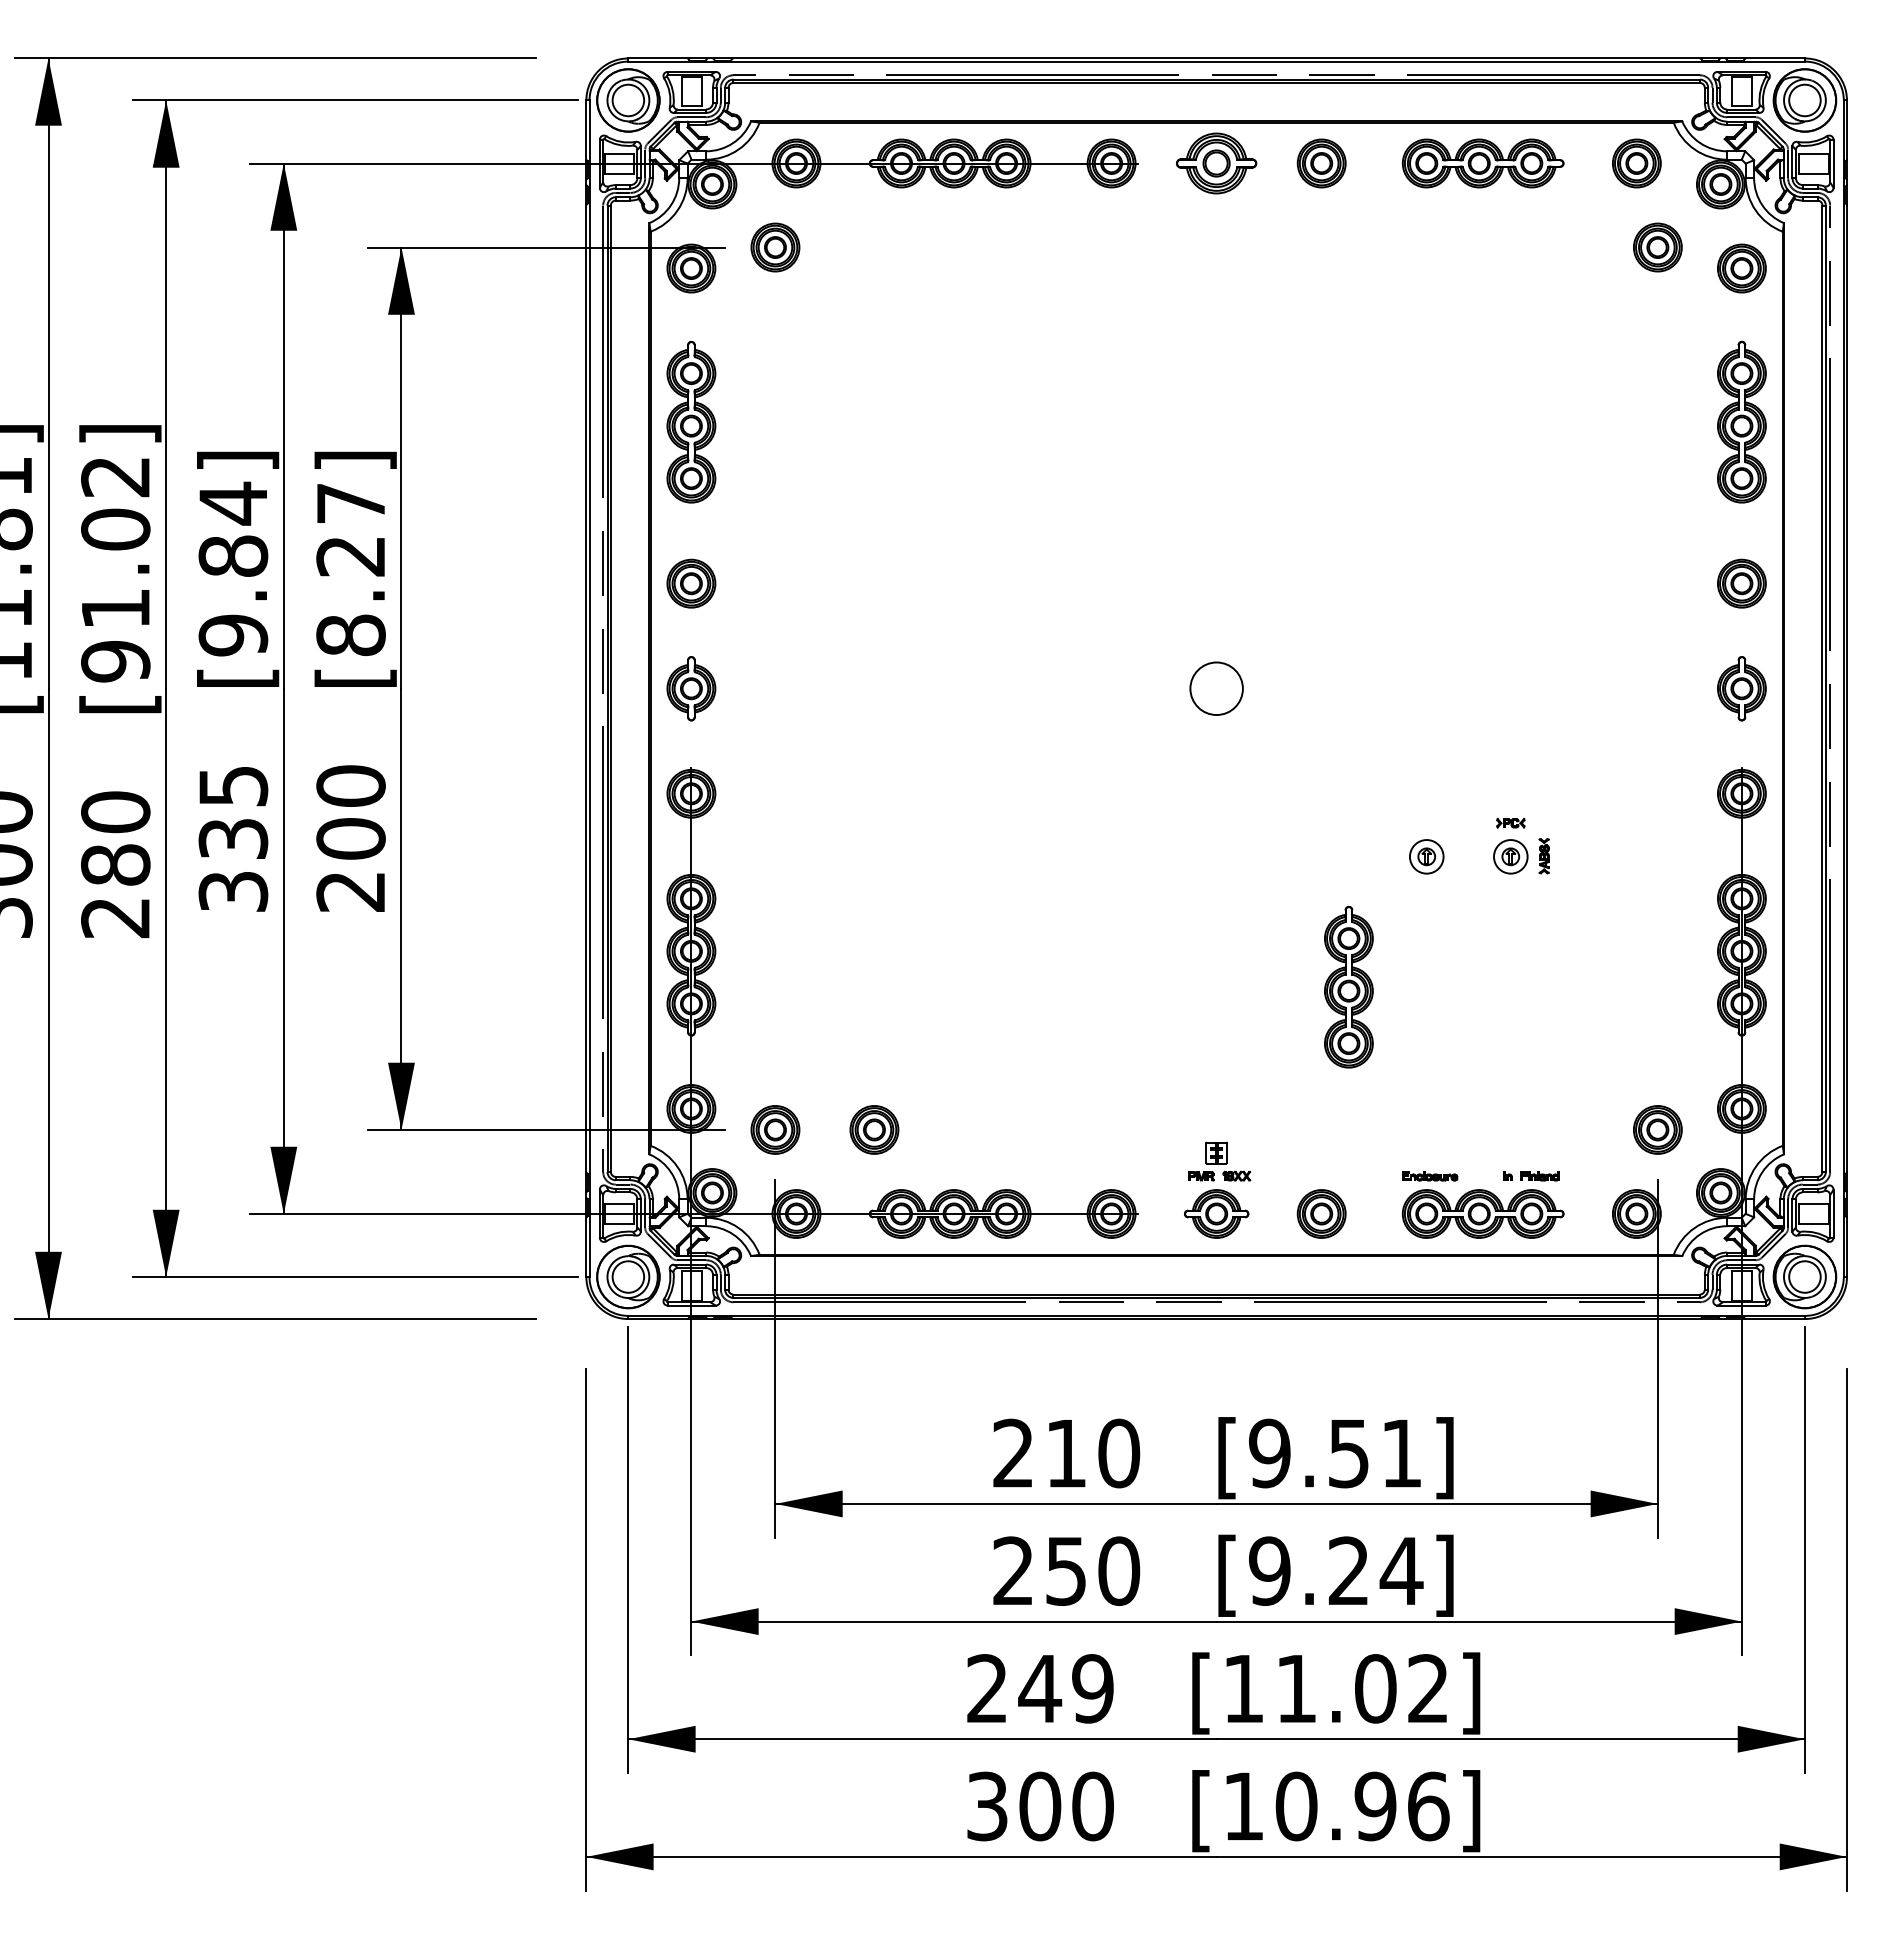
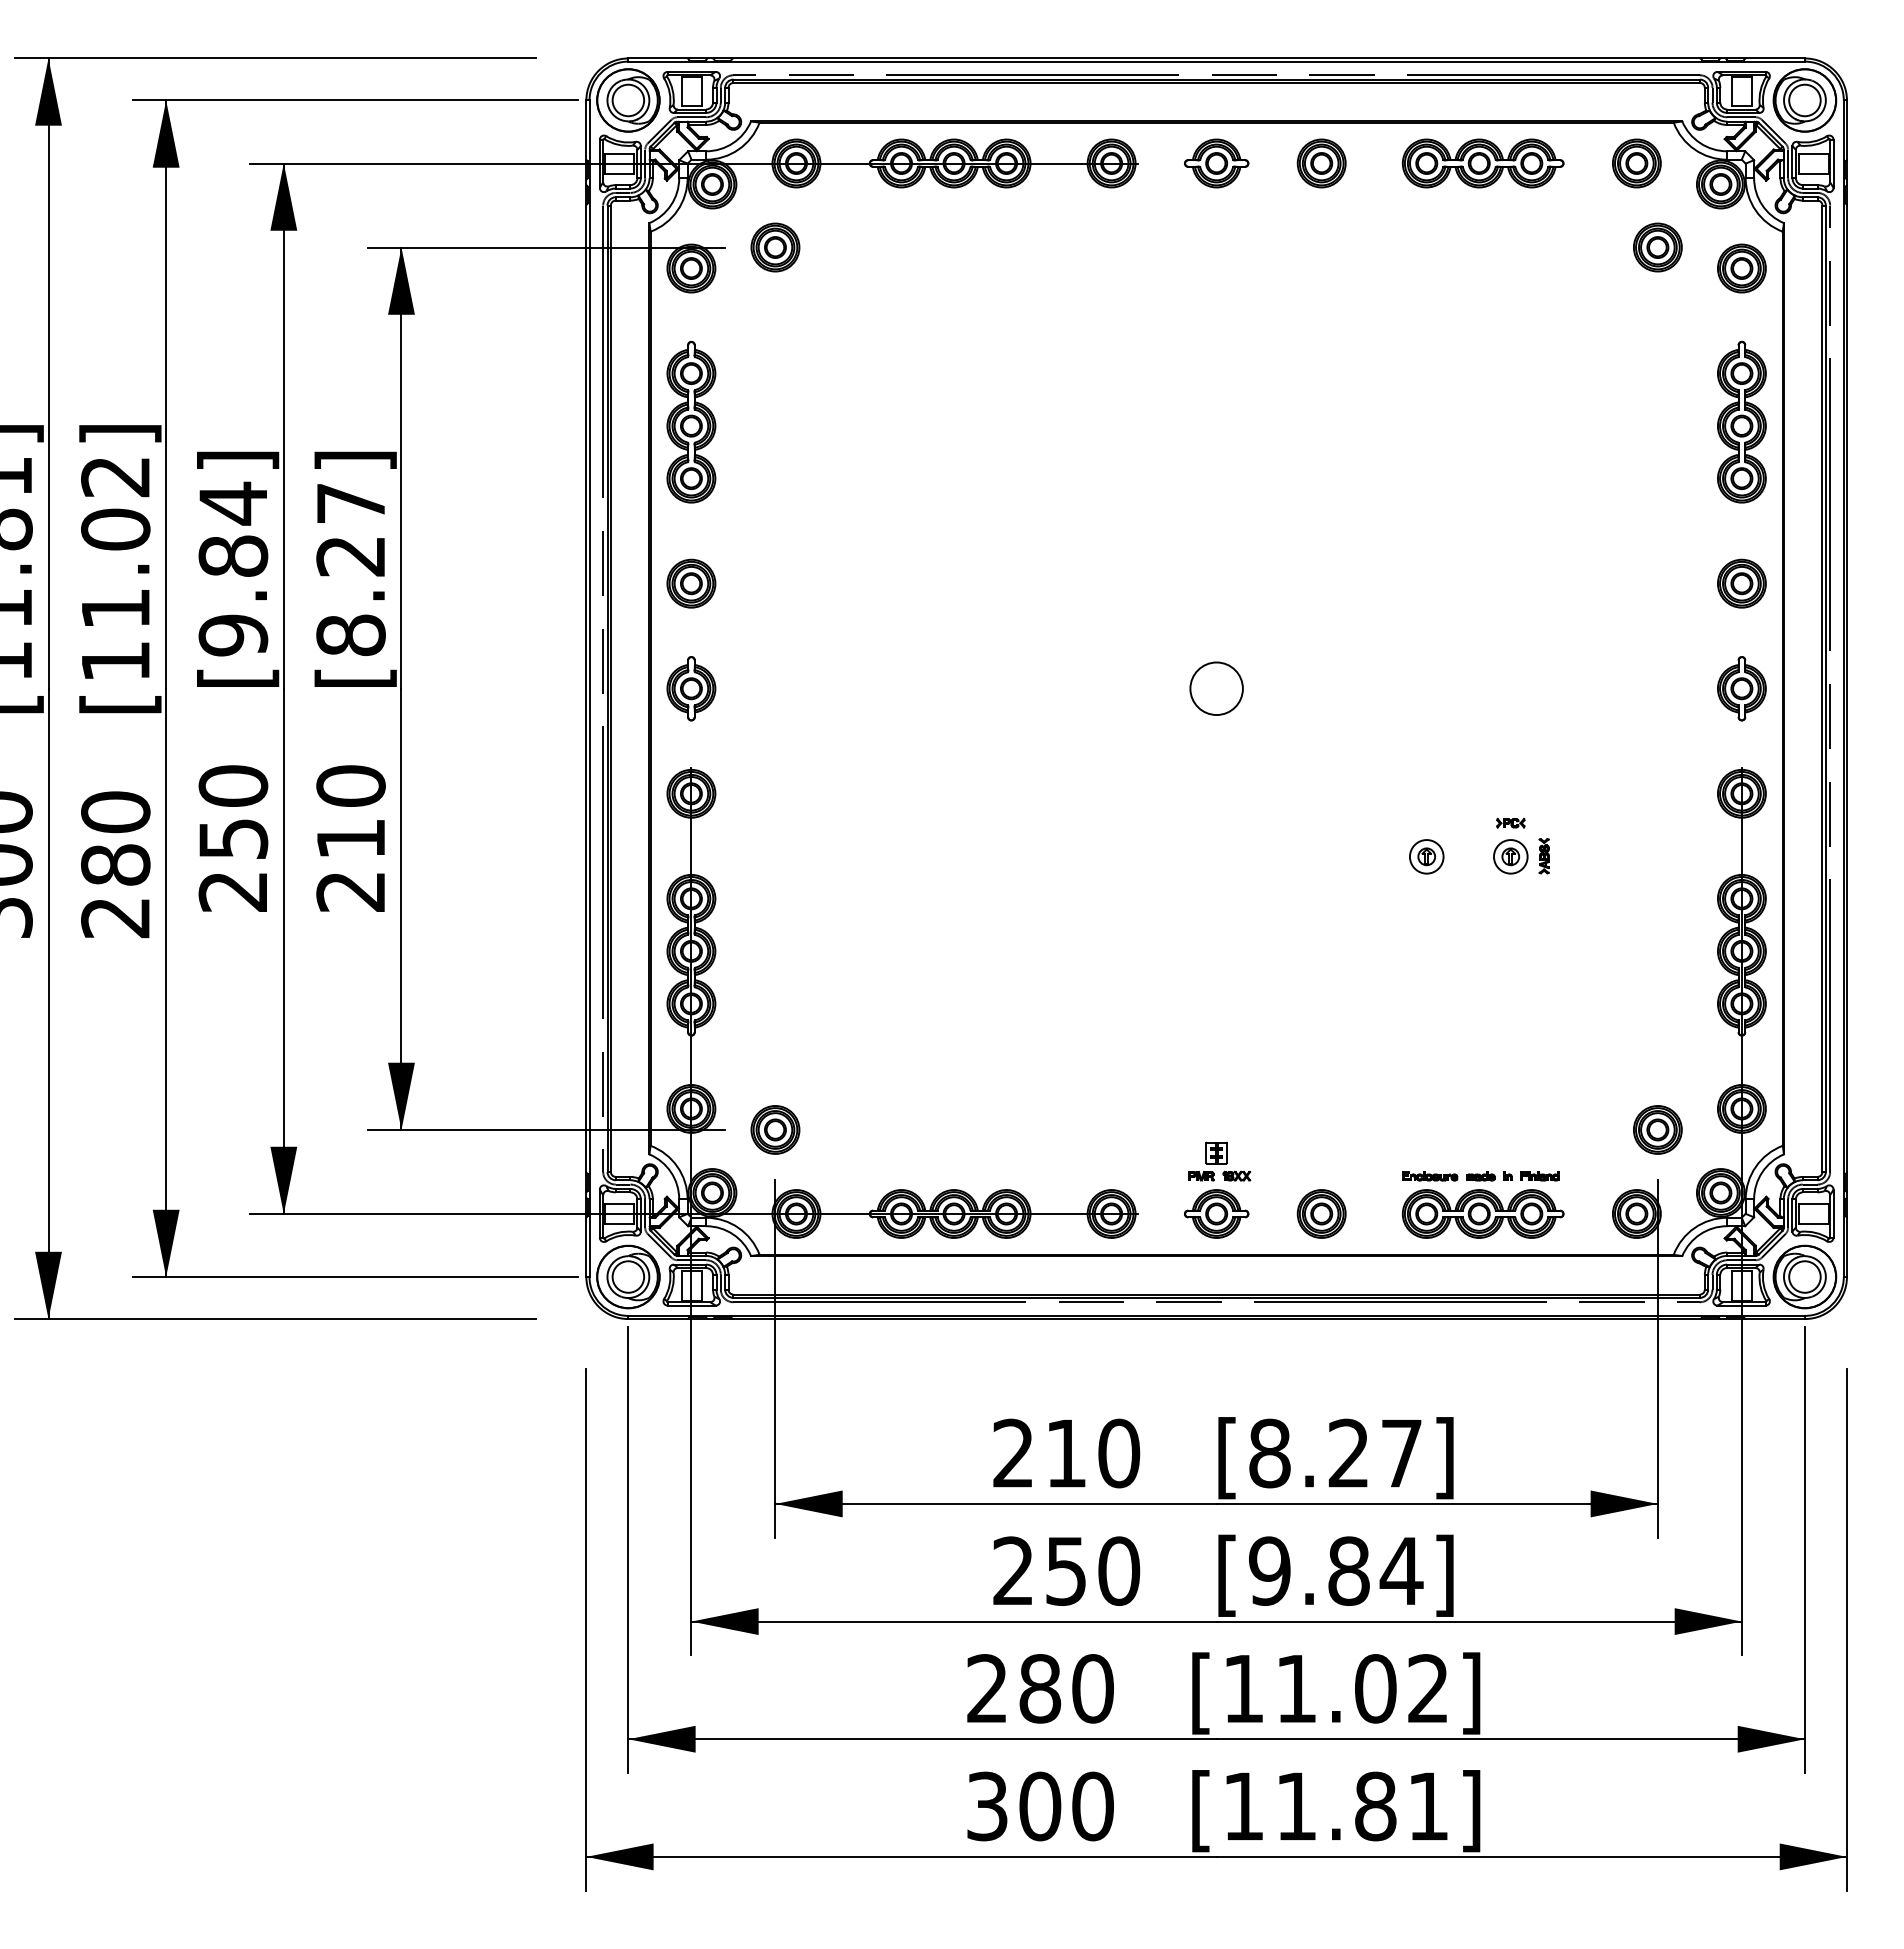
part at (1216, 163) size: 82x63 px -> 66x51 px
text at (115, 661): [91.02] -> [11.02]
text at (233, 838): 335 -> 250
text at (350, 838): 200 -> 210
part at (1348, 986): present -> none
part at (874, 1129): present -> none
part at (1480, 1176): none -> present
text at (1335, 1453): [9.51] -> [8.27]
text at (1348, 1570): [9.24] -> [9.84]
text at (1065, 1688): 249 -> 280
text at (1362, 1806): [10.96] -> [11.81]
